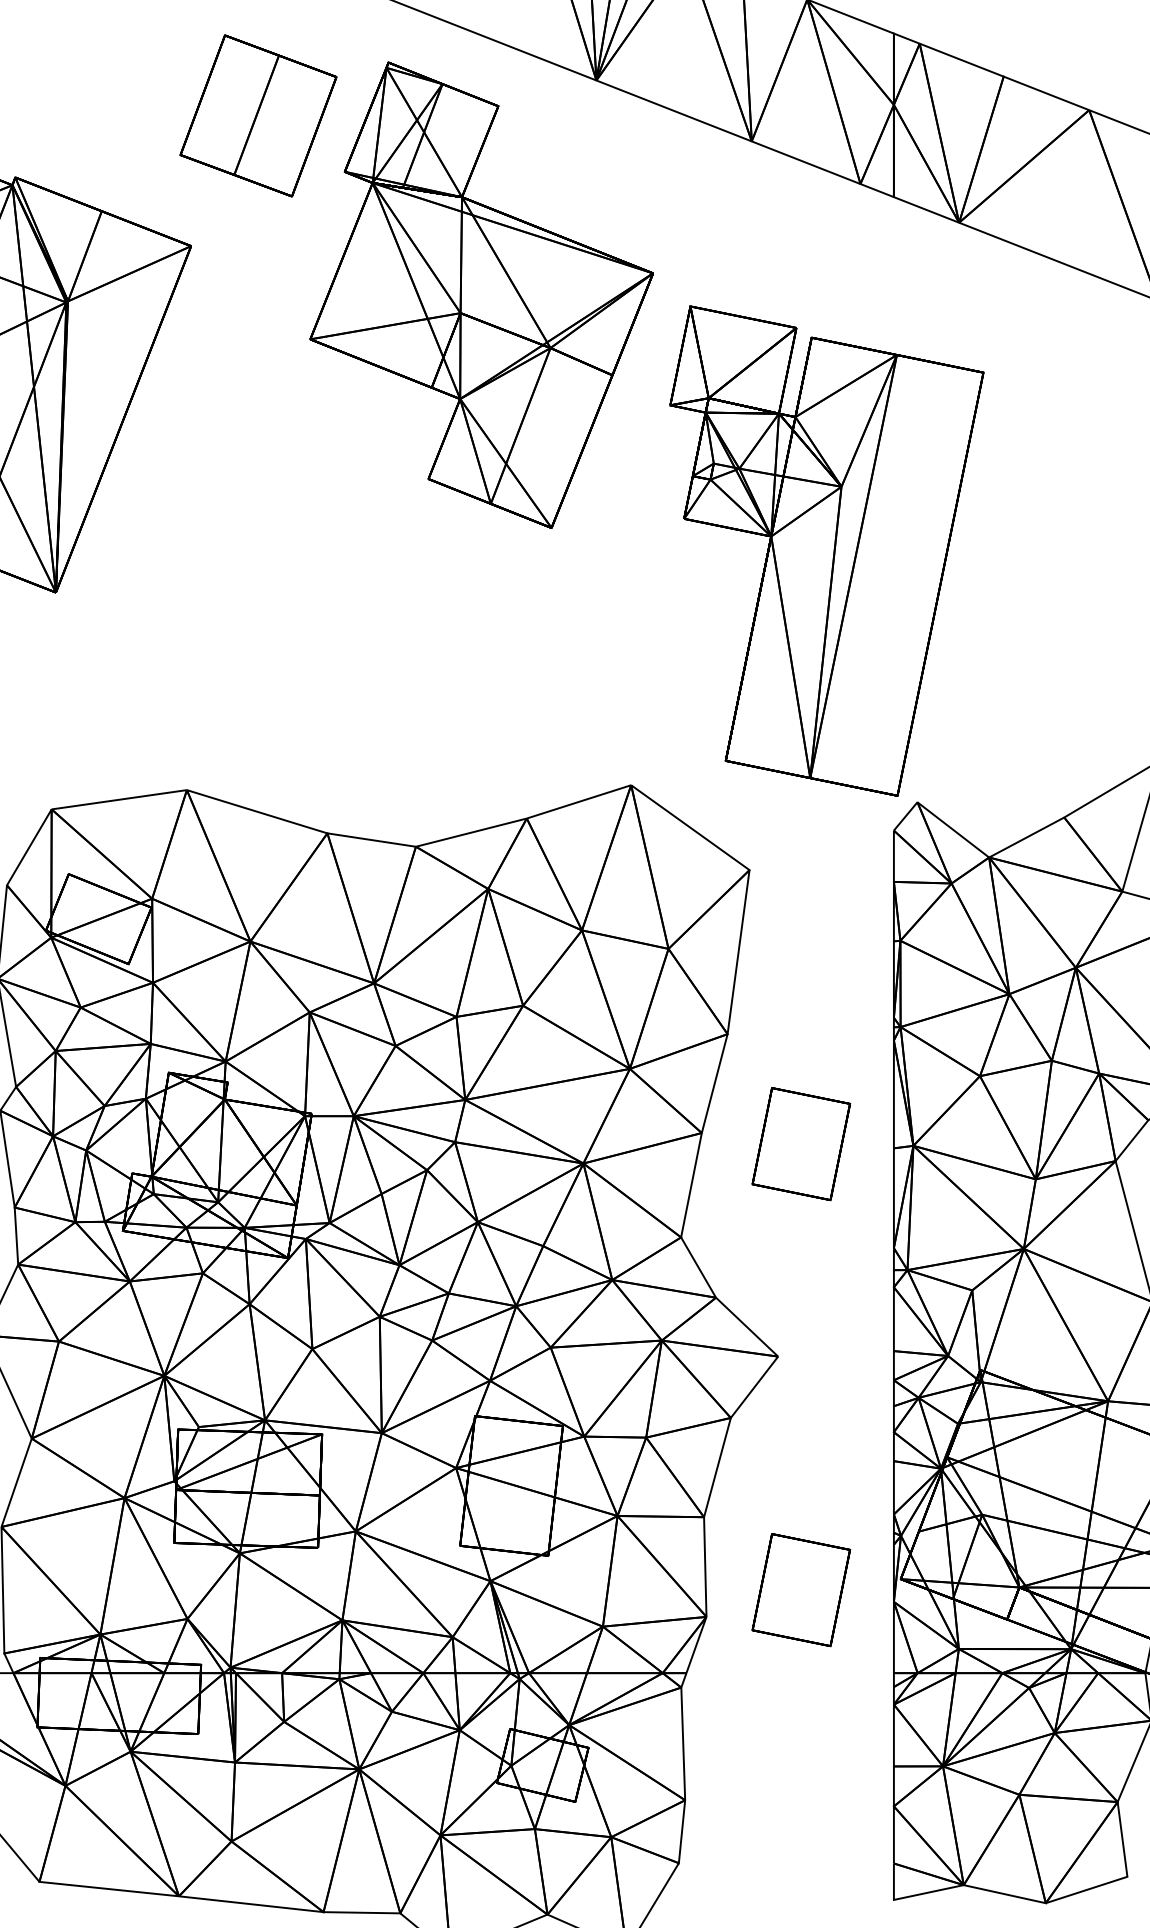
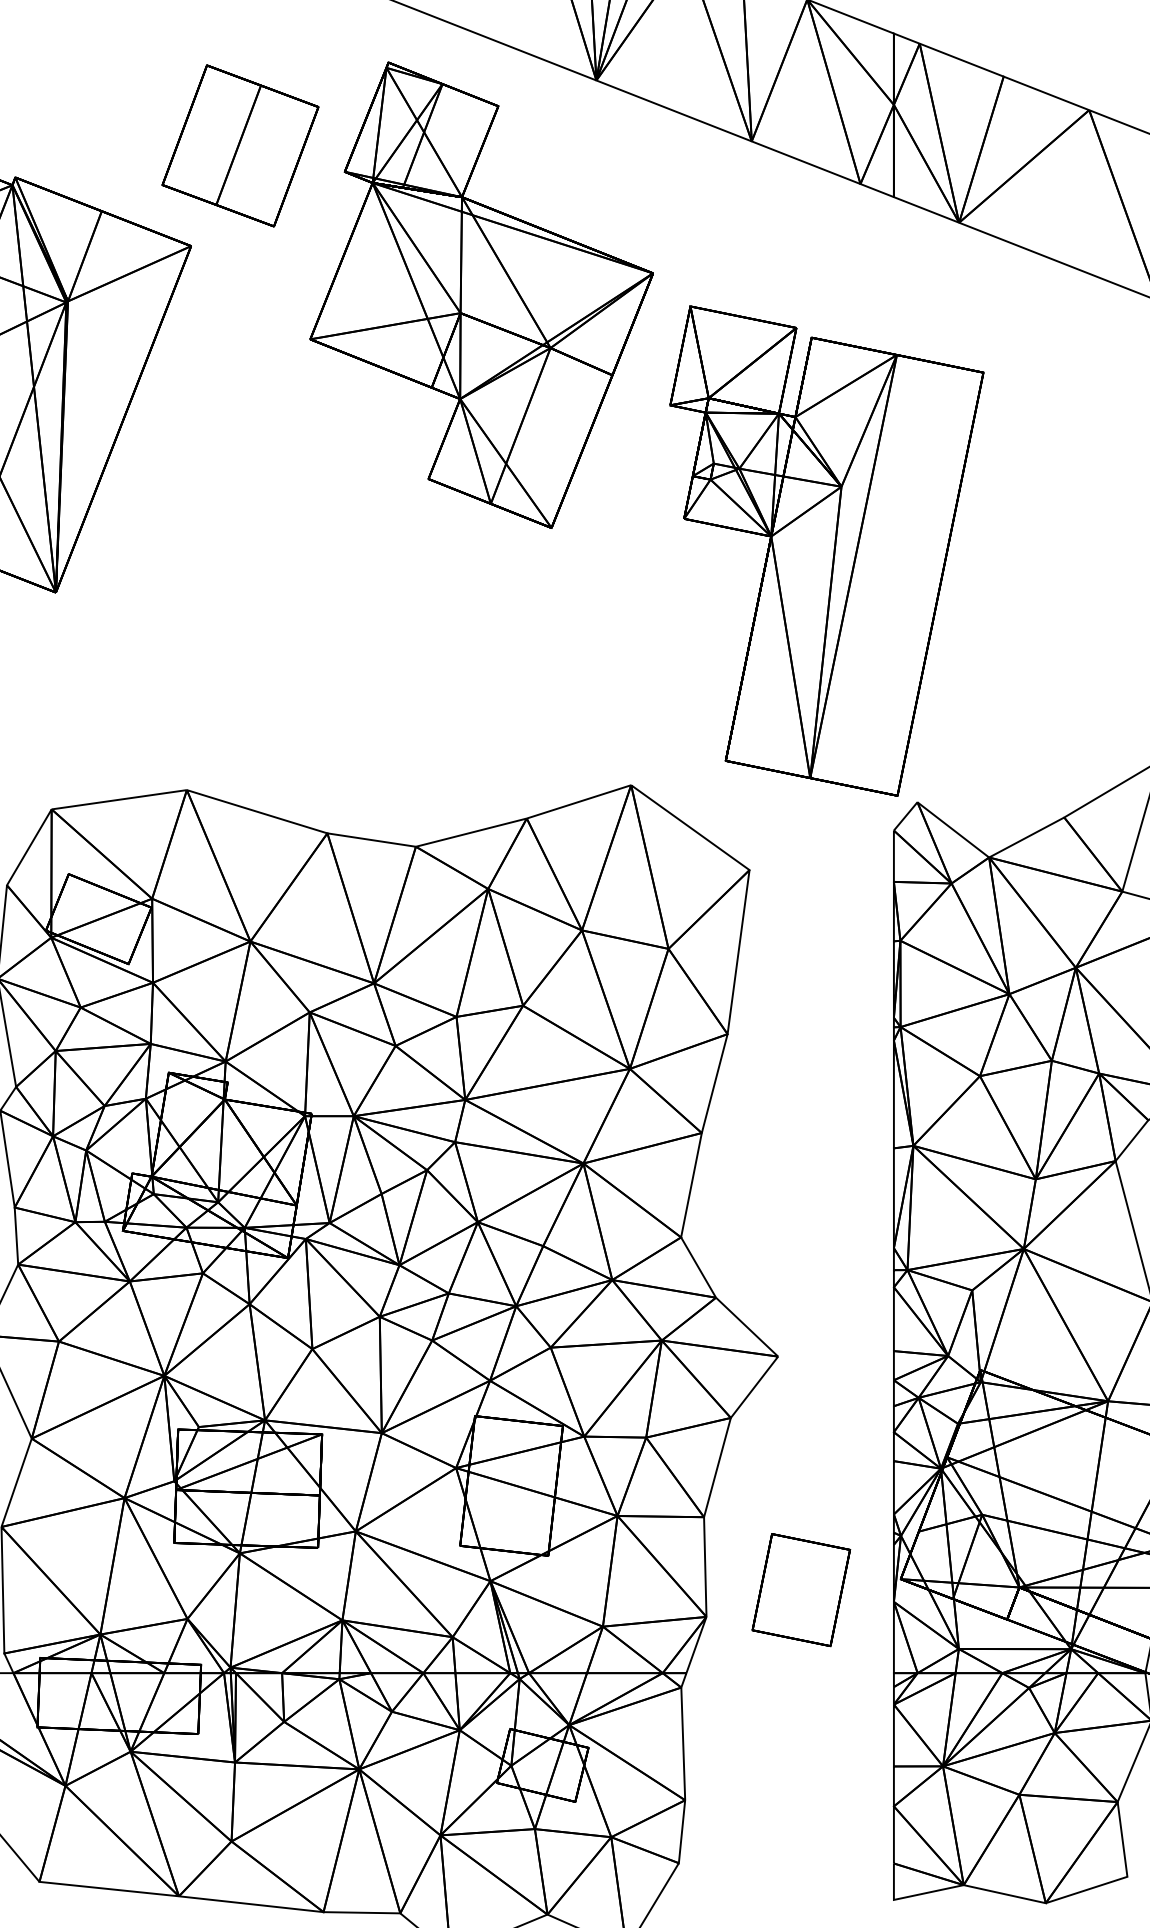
part at (258, 115) position: (258, 115) -> (240, 145)
part at (801, 1144): present -> none
